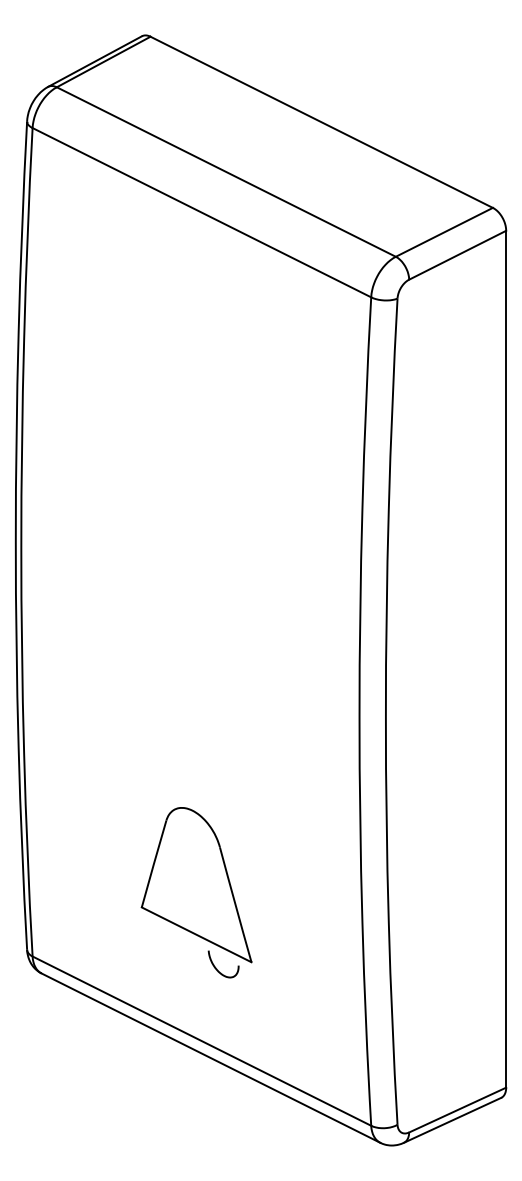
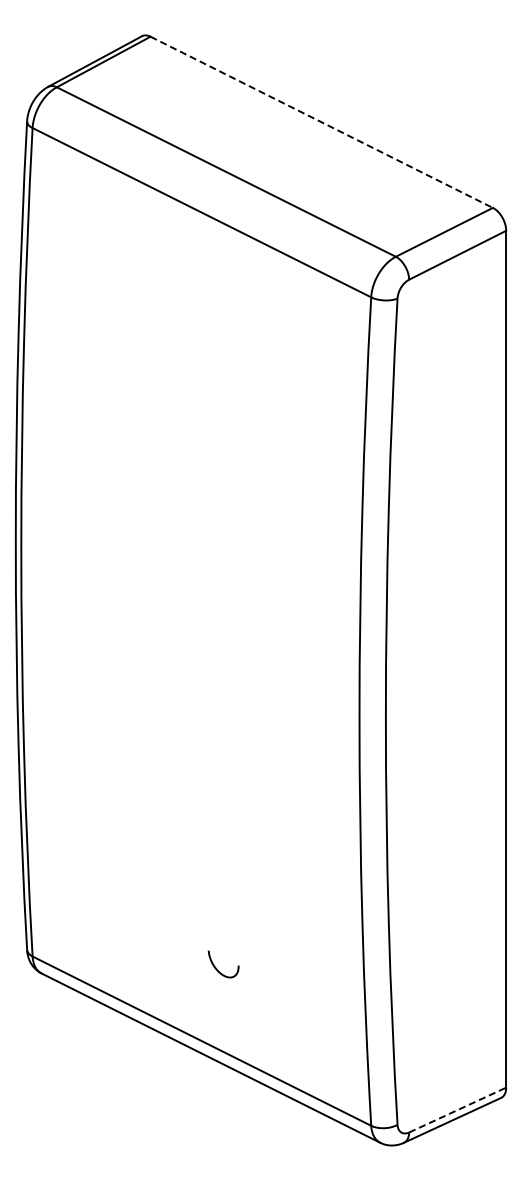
line at (322, 122): solid -> dashed
part at (196, 885): present -> none
line at (458, 1109): solid -> dashed
